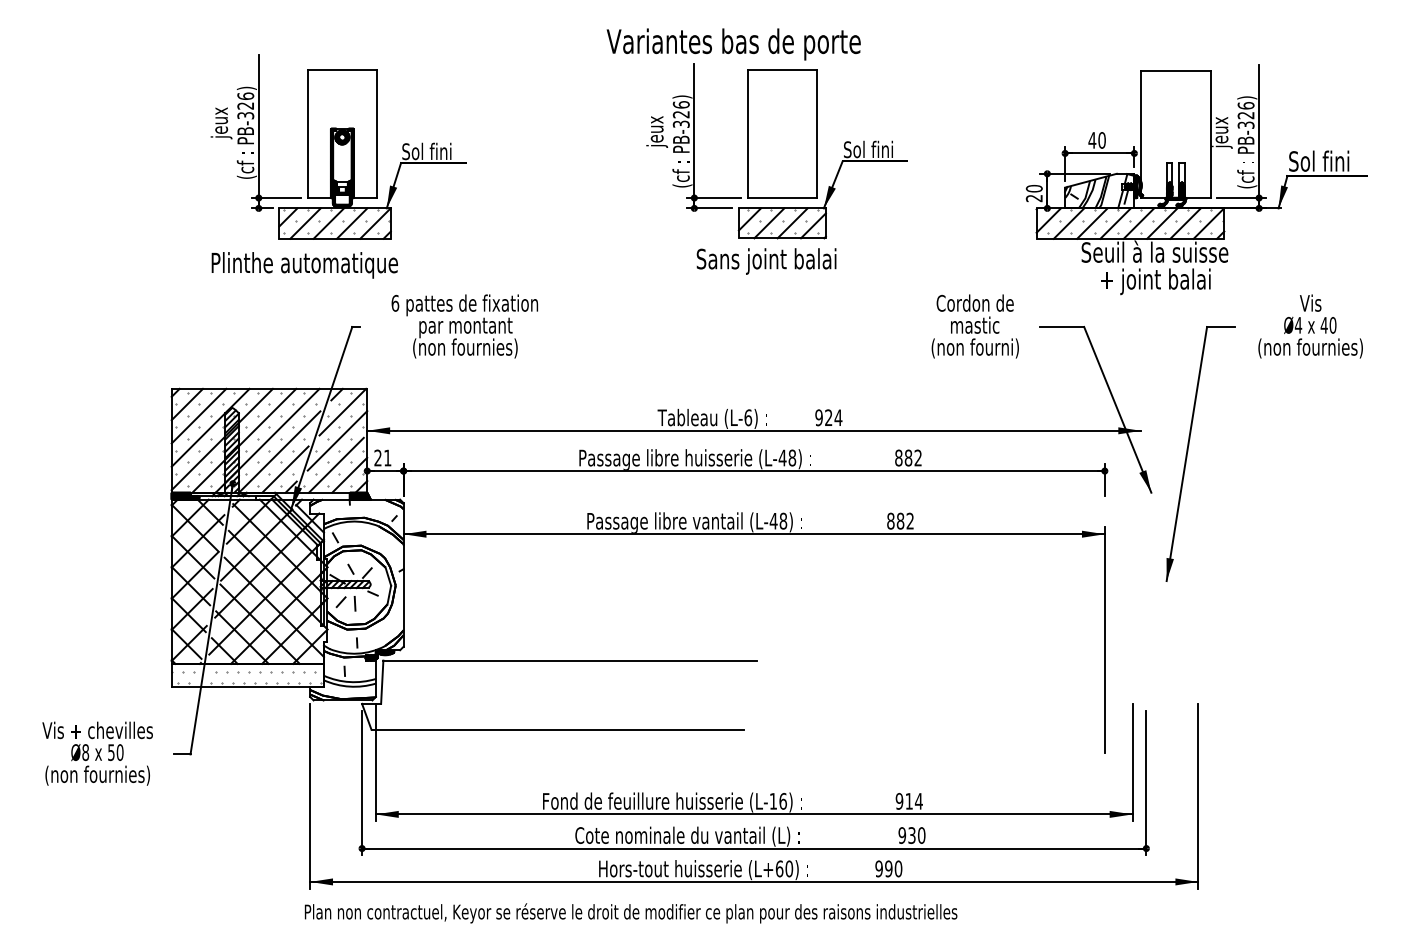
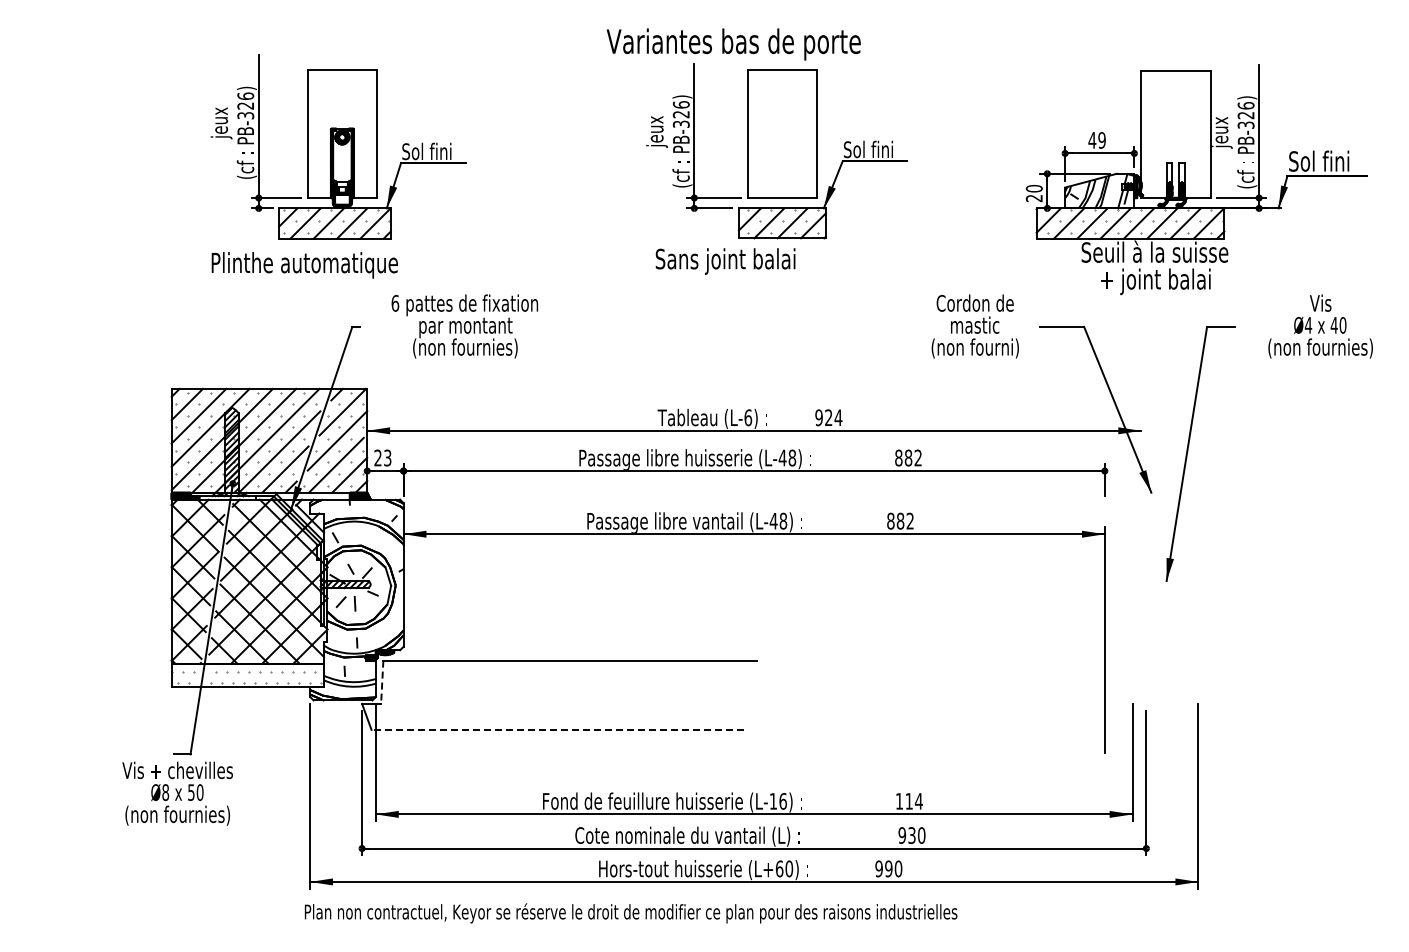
text at (1101, 140): 40 -> 49
text at (766, 261) position: (766, 261) -> (725, 261)
text at (1310, 326) position: (1310, 326) -> (1320, 326)
text at (387, 457): 21 -> 23
line at (382, 682): solid -> dashed
line at (557, 729): solid -> dashed
text at (97, 753) position: (97, 753) -> (177, 793)
text at (899, 800): 914 -> 114
